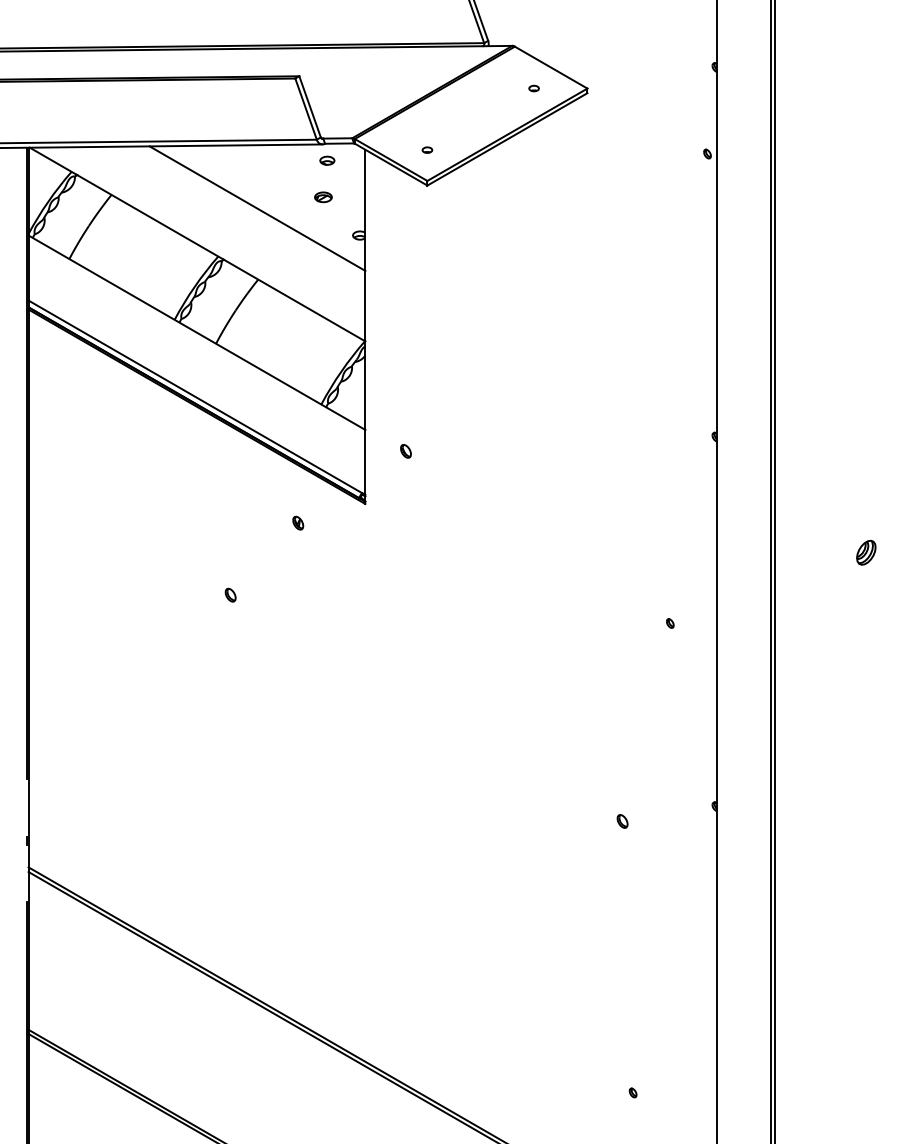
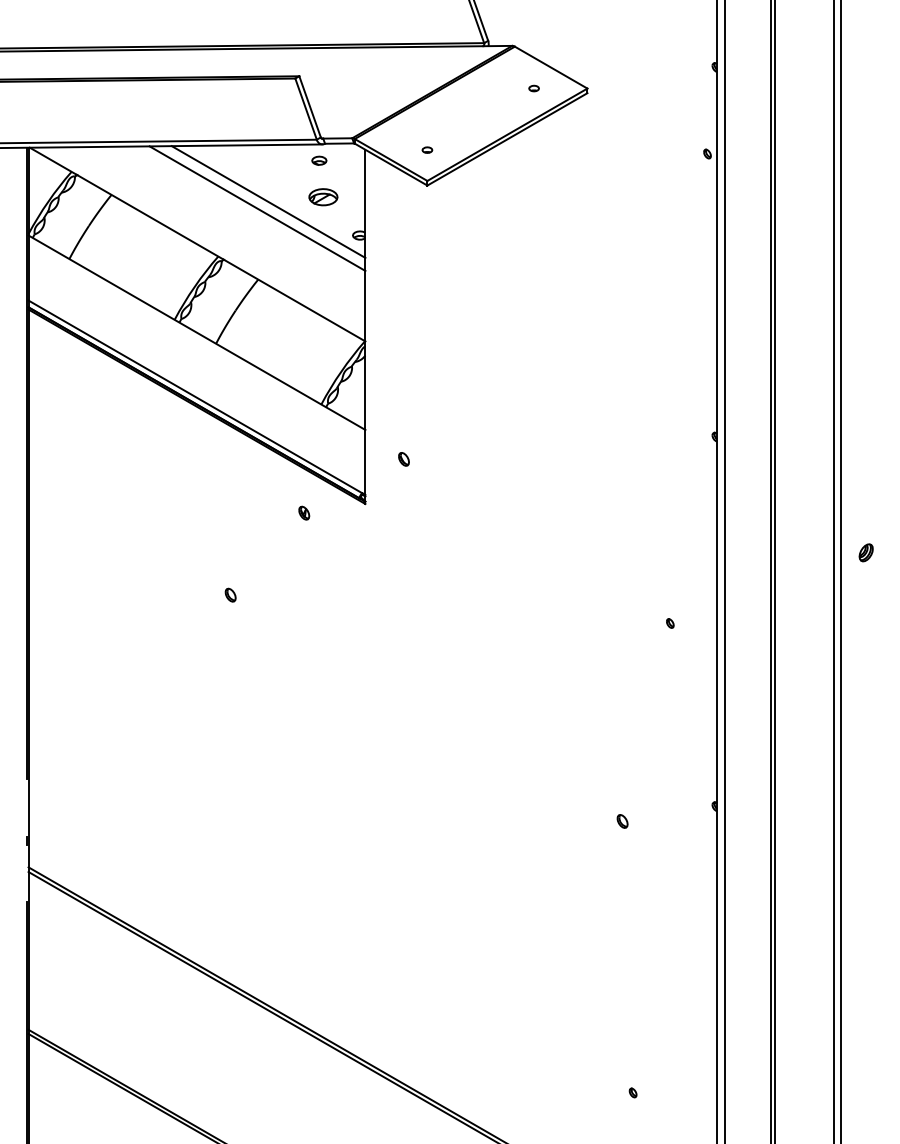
part at (327, 160) position: (327, 160) -> (319, 160)
part at (323, 197) size: 19x13 px -> 31x19 px
line at (268, 201): none -> present
part at (405, 451) position: (405, 451) -> (403, 459)
part at (298, 522) position: (298, 522) -> (304, 512)
part at (866, 552) size: 21x27 px -> 16x20 px
line at (725, 571): none -> present
line at (834, 571): none -> present
line at (841, 571): none -> present
